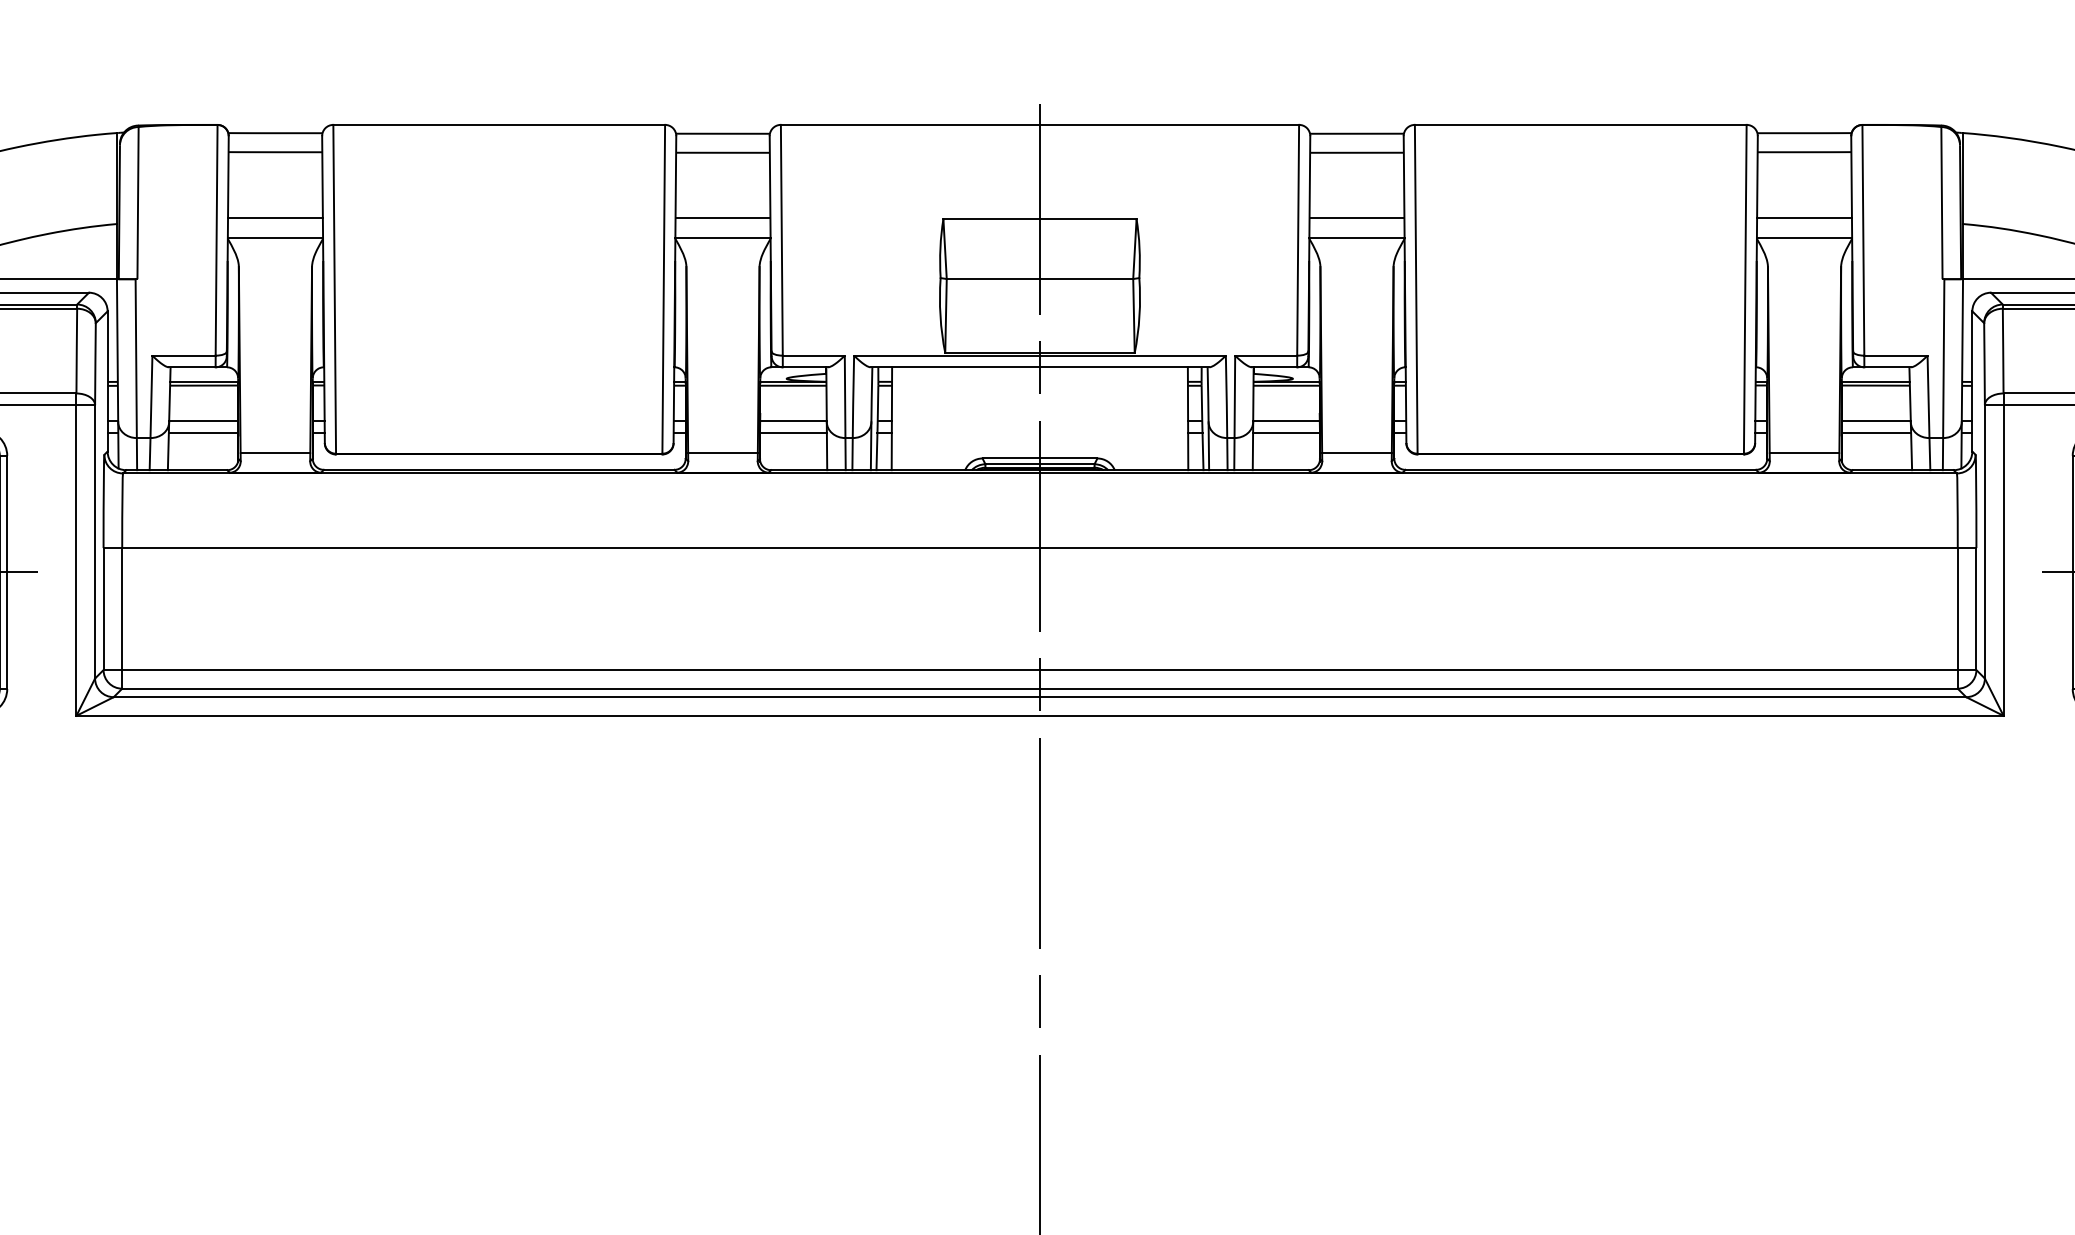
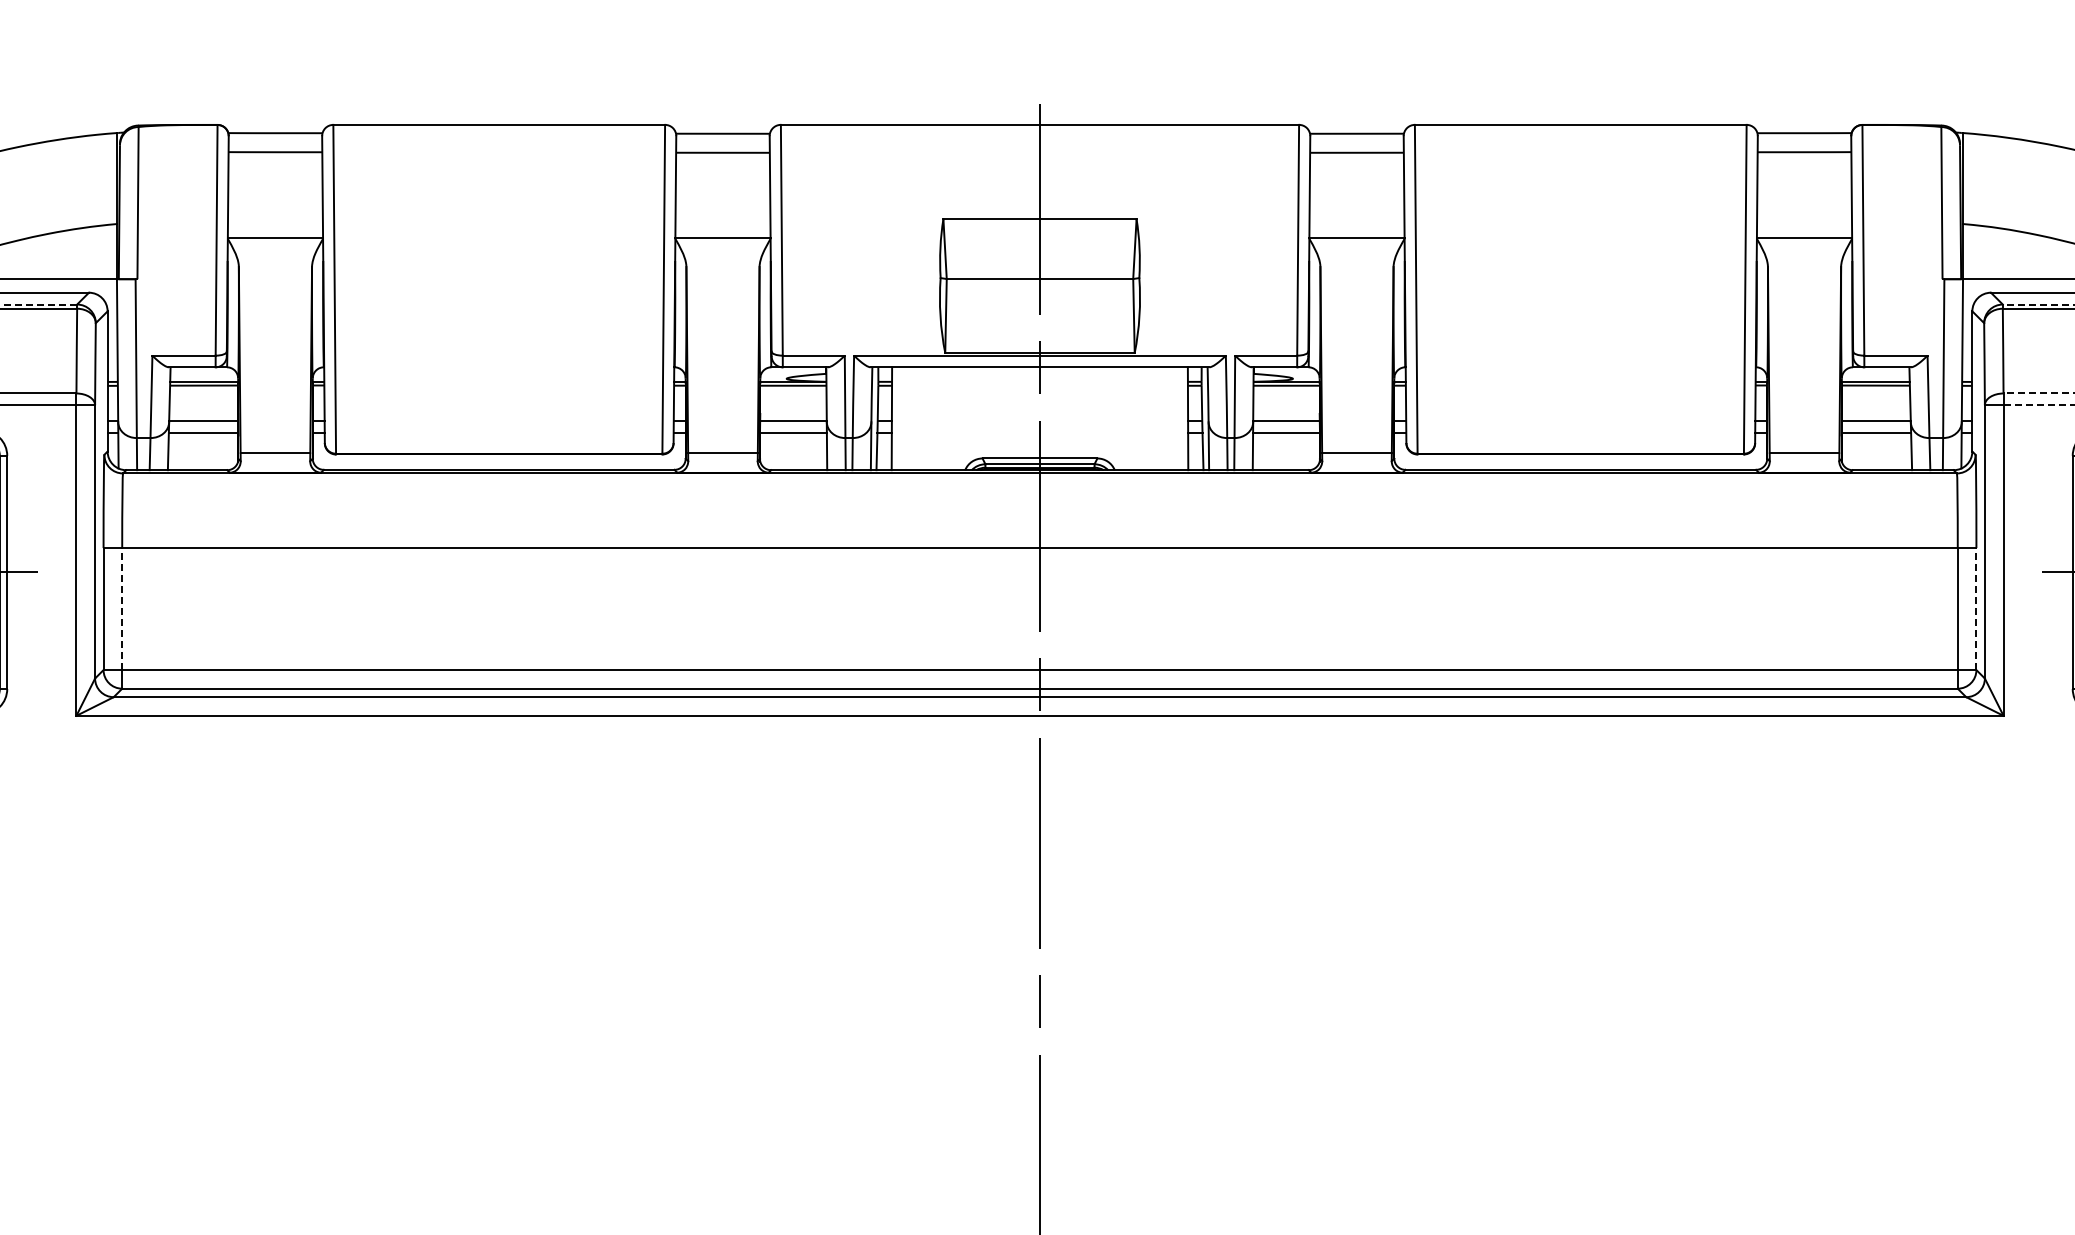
line at (275, 218): present -> none
line at (722, 218): present -> none
line at (1356, 218): present -> none
line at (1804, 218): present -> none
line at (38, 304): solid -> dashed
line at (2038, 304): solid -> dashed
line at (2038, 393): solid -> dashed
line at (2039, 405): solid -> dashed
line at (122, 608): solid -> dashed
line at (1976, 608): solid -> dashed
